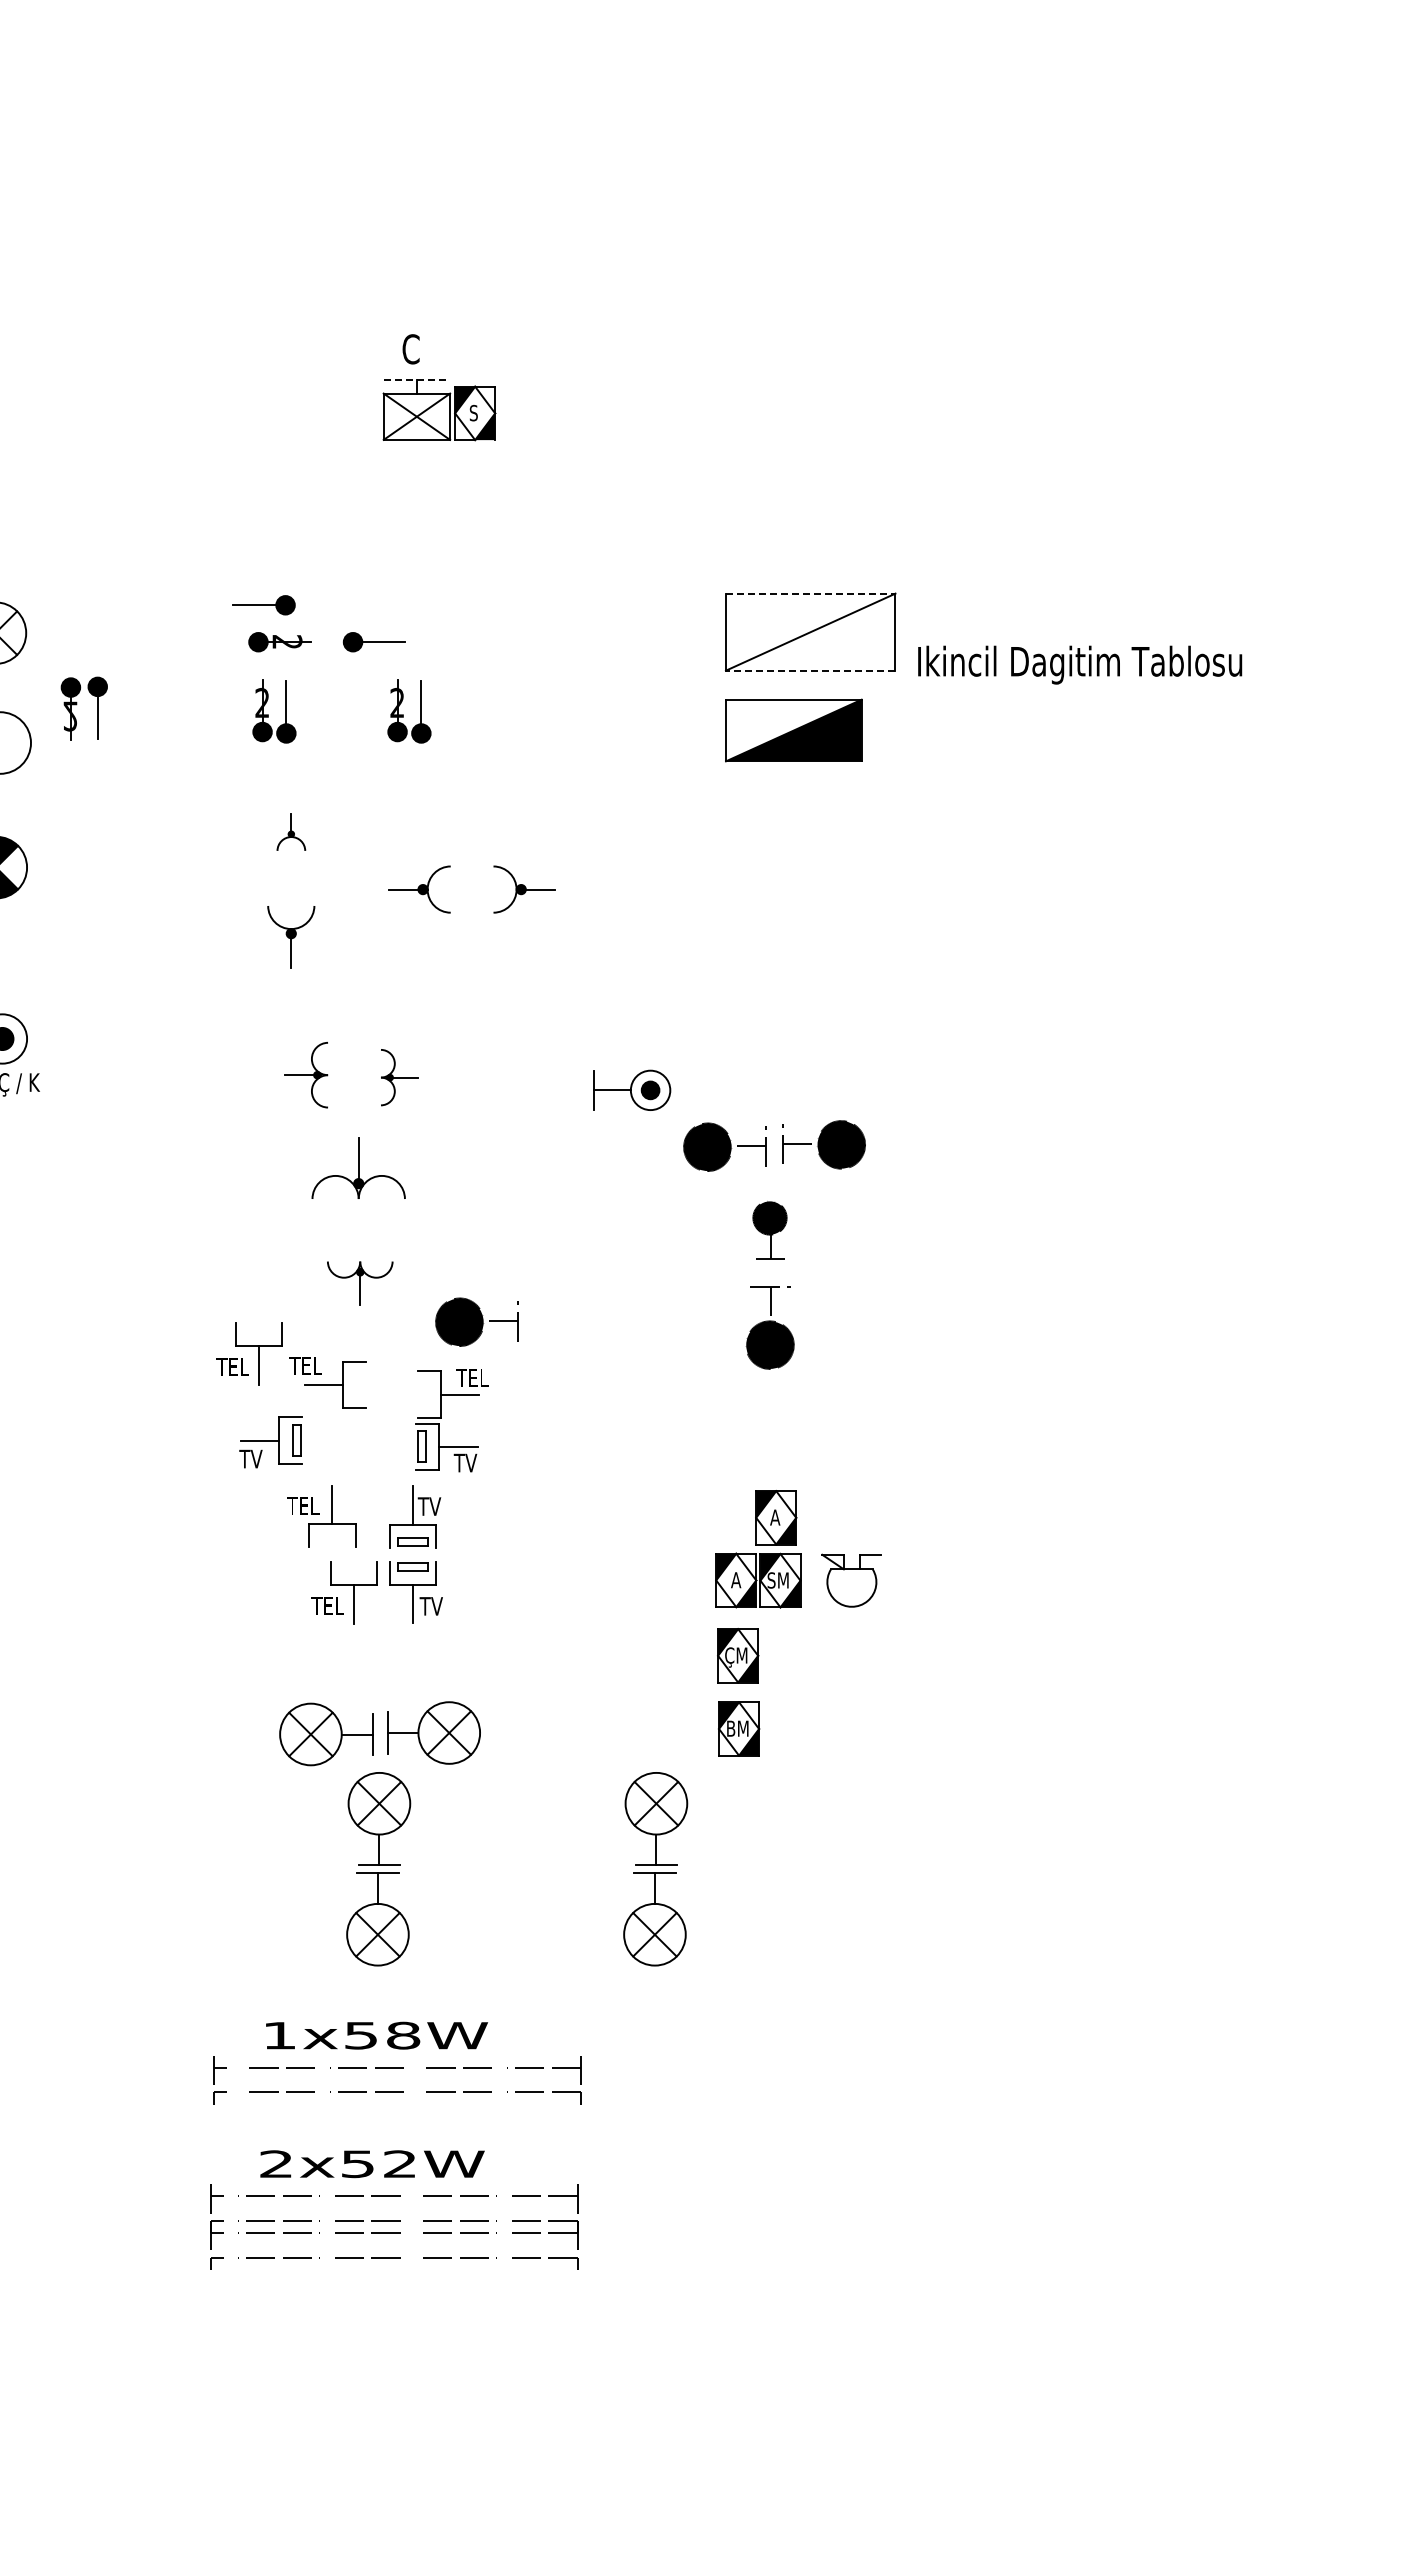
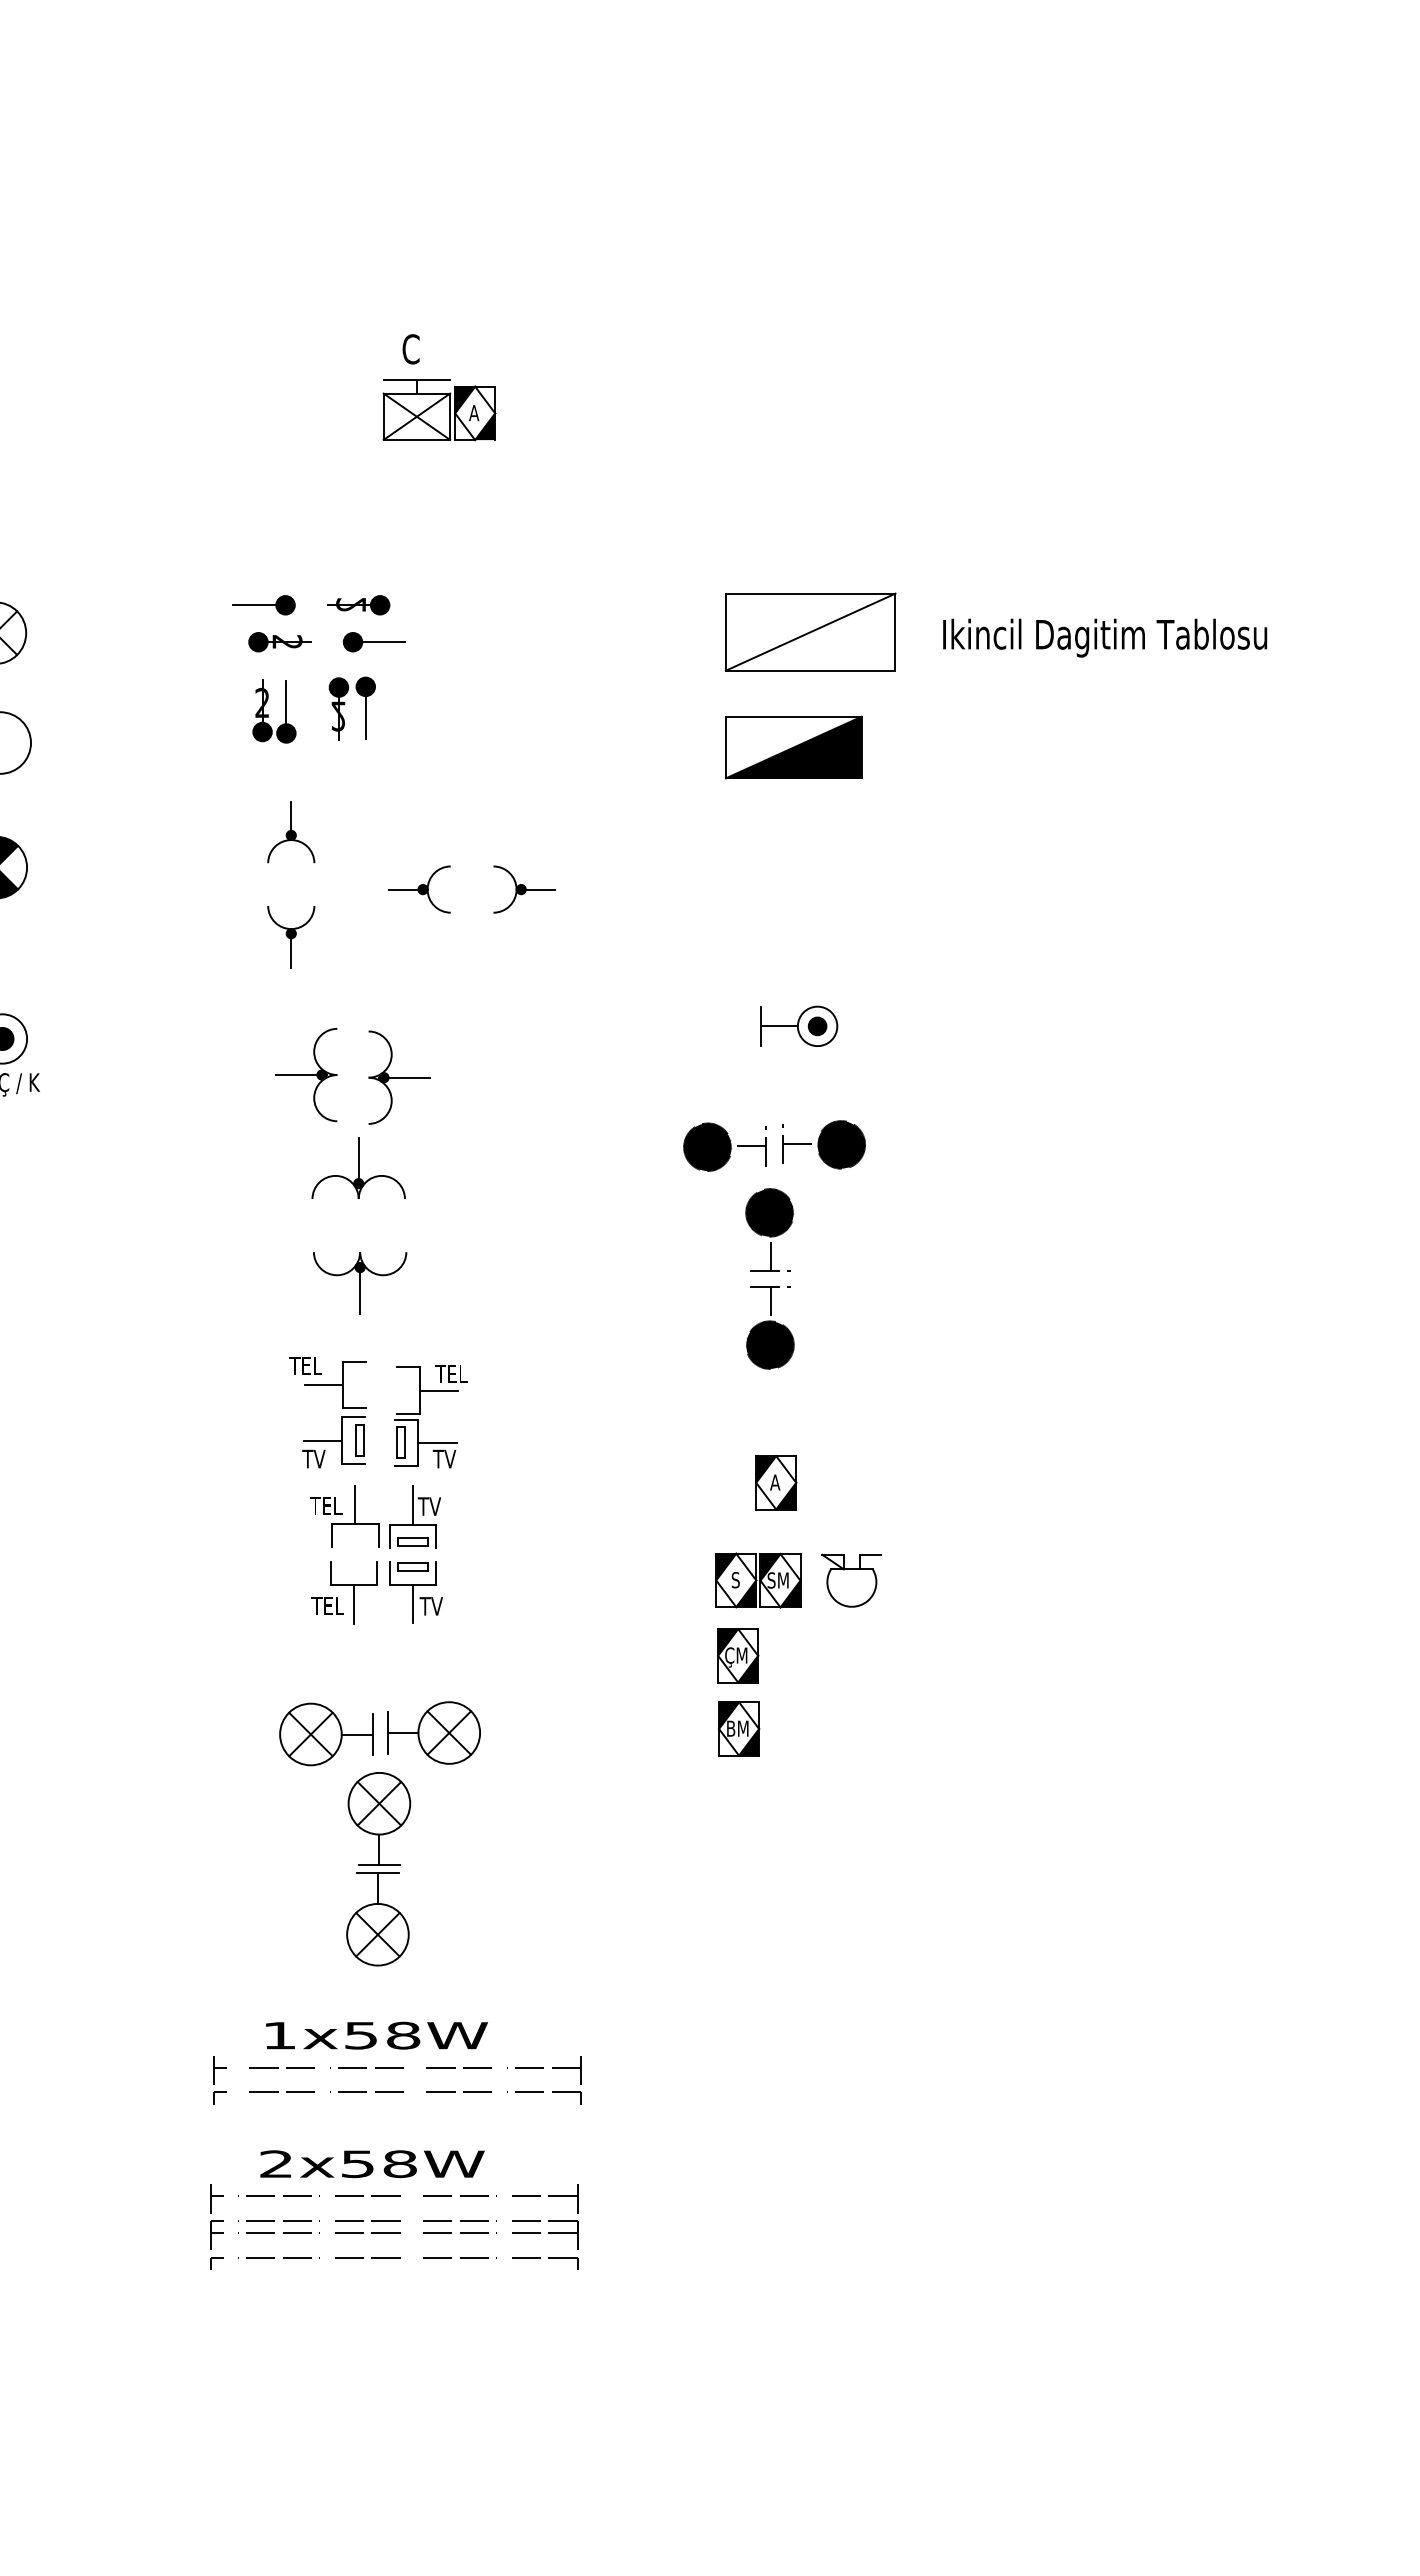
line at (417, 379): dashed -> solid
text at (474, 412): S -> A
line at (810, 593): dashed -> solid
part at (358, 605): none -> present
text at (1080, 664) position: (1080, 664) -> (1105, 637)
line at (810, 670): dashed -> solid
part at (77, 704) position: (77, 704) -> (345, 704)
part at (403, 714): present -> none
part at (793, 730) position: (793, 730) -> (793, 747)
part at (291, 831) size: 31x38 px -> 49x63 px
part at (306, 1075) size: 45x67 px -> 63x95 px
part at (399, 1077) size: 38x58 px -> 63x95 px
part at (632, 1089) position: (632, 1089) -> (799, 1025)
part at (769, 1230) size: 36x59 px -> 50x84 px
part at (360, 1283) size: 67x45 px -> 95x63 px
part at (476, 1321): present -> none
part at (249, 1346): present -> none
part at (441, 1418) position: (441, 1418) -> (420, 1414)
part at (270, 1442) position: (270, 1442) -> (333, 1442)
part at (321, 1516) position: (321, 1516) -> (344, 1516)
part at (776, 1517) position: (776, 1517) -> (776, 1482)
text at (736, 1580): A -> S
part at (655, 1869): present -> none
text at (399, 2164): 2x52W -> 2x58W
